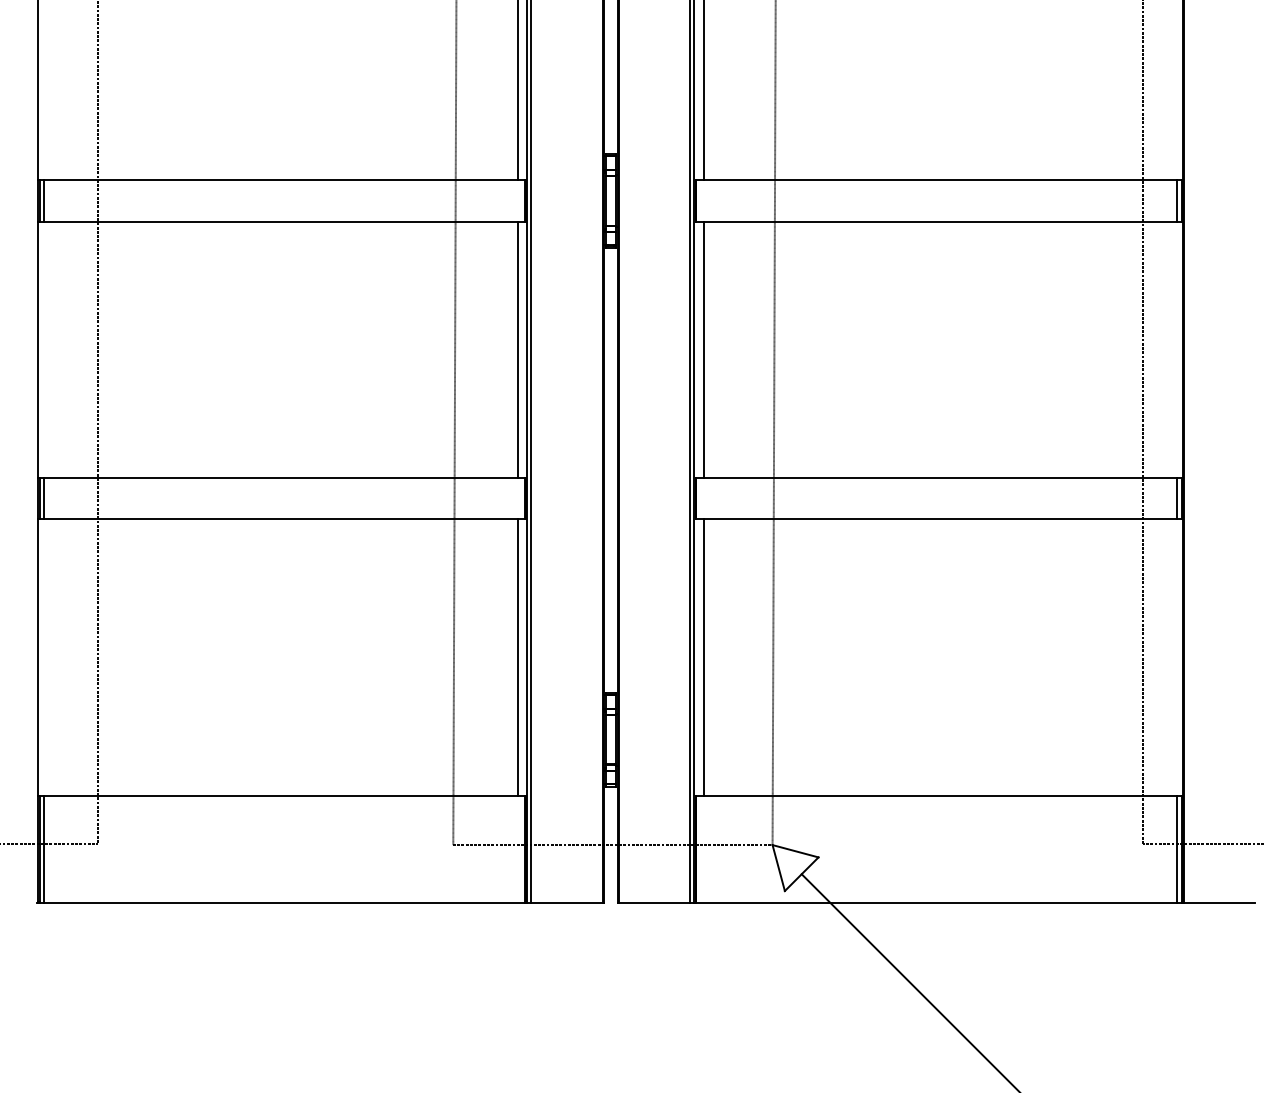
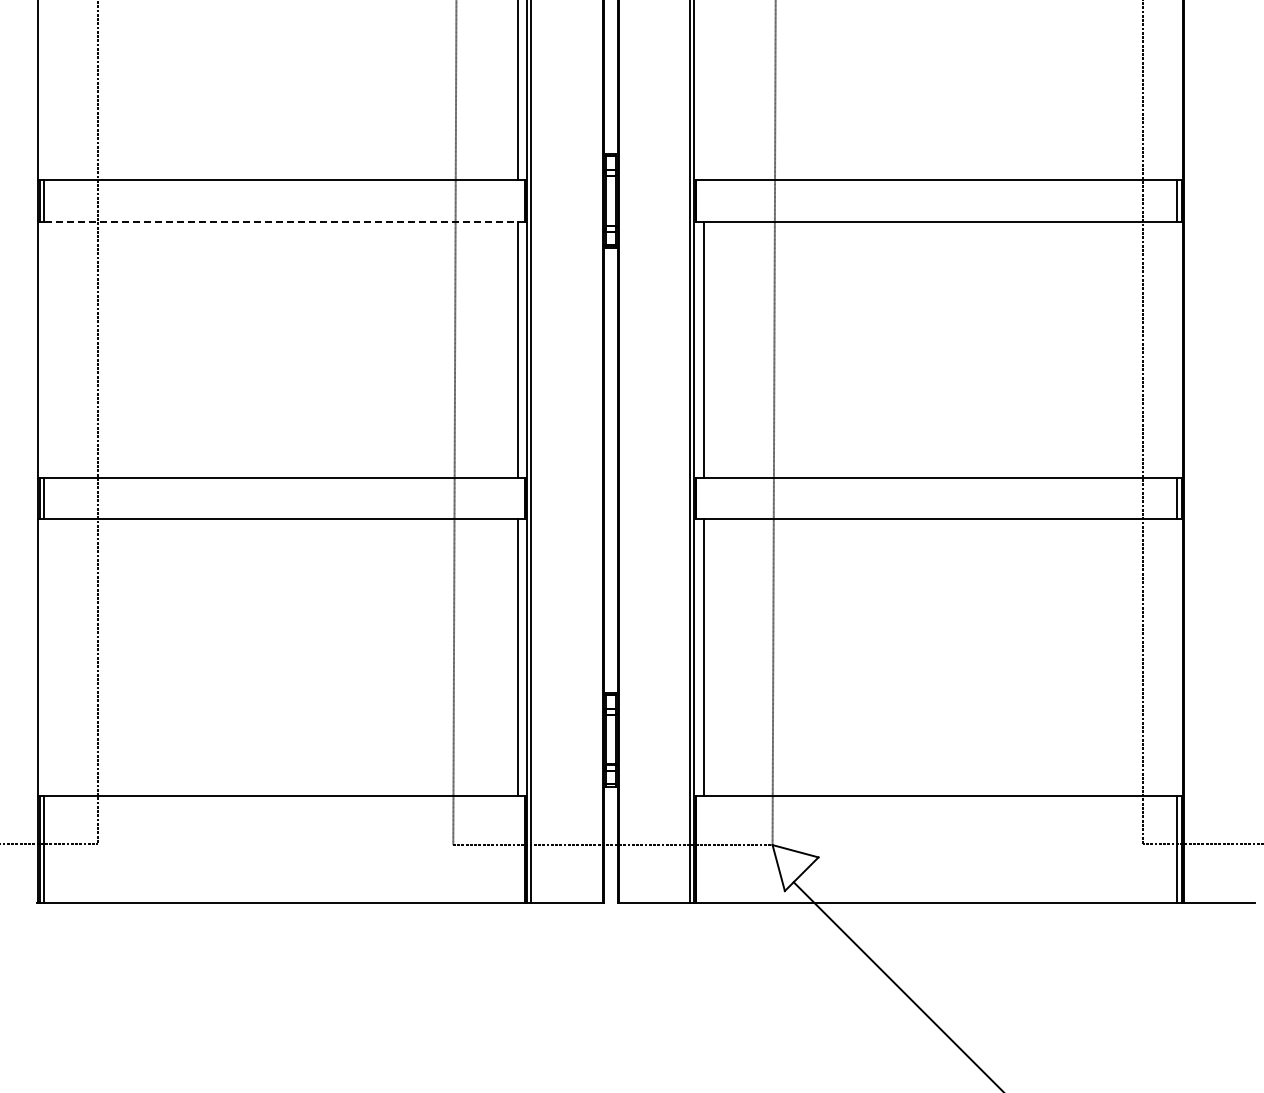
line at (703, 91): present -> none
line at (284, 221): solid -> dashed
line at (908, 981) position: (908, 981) -> (897, 985)
